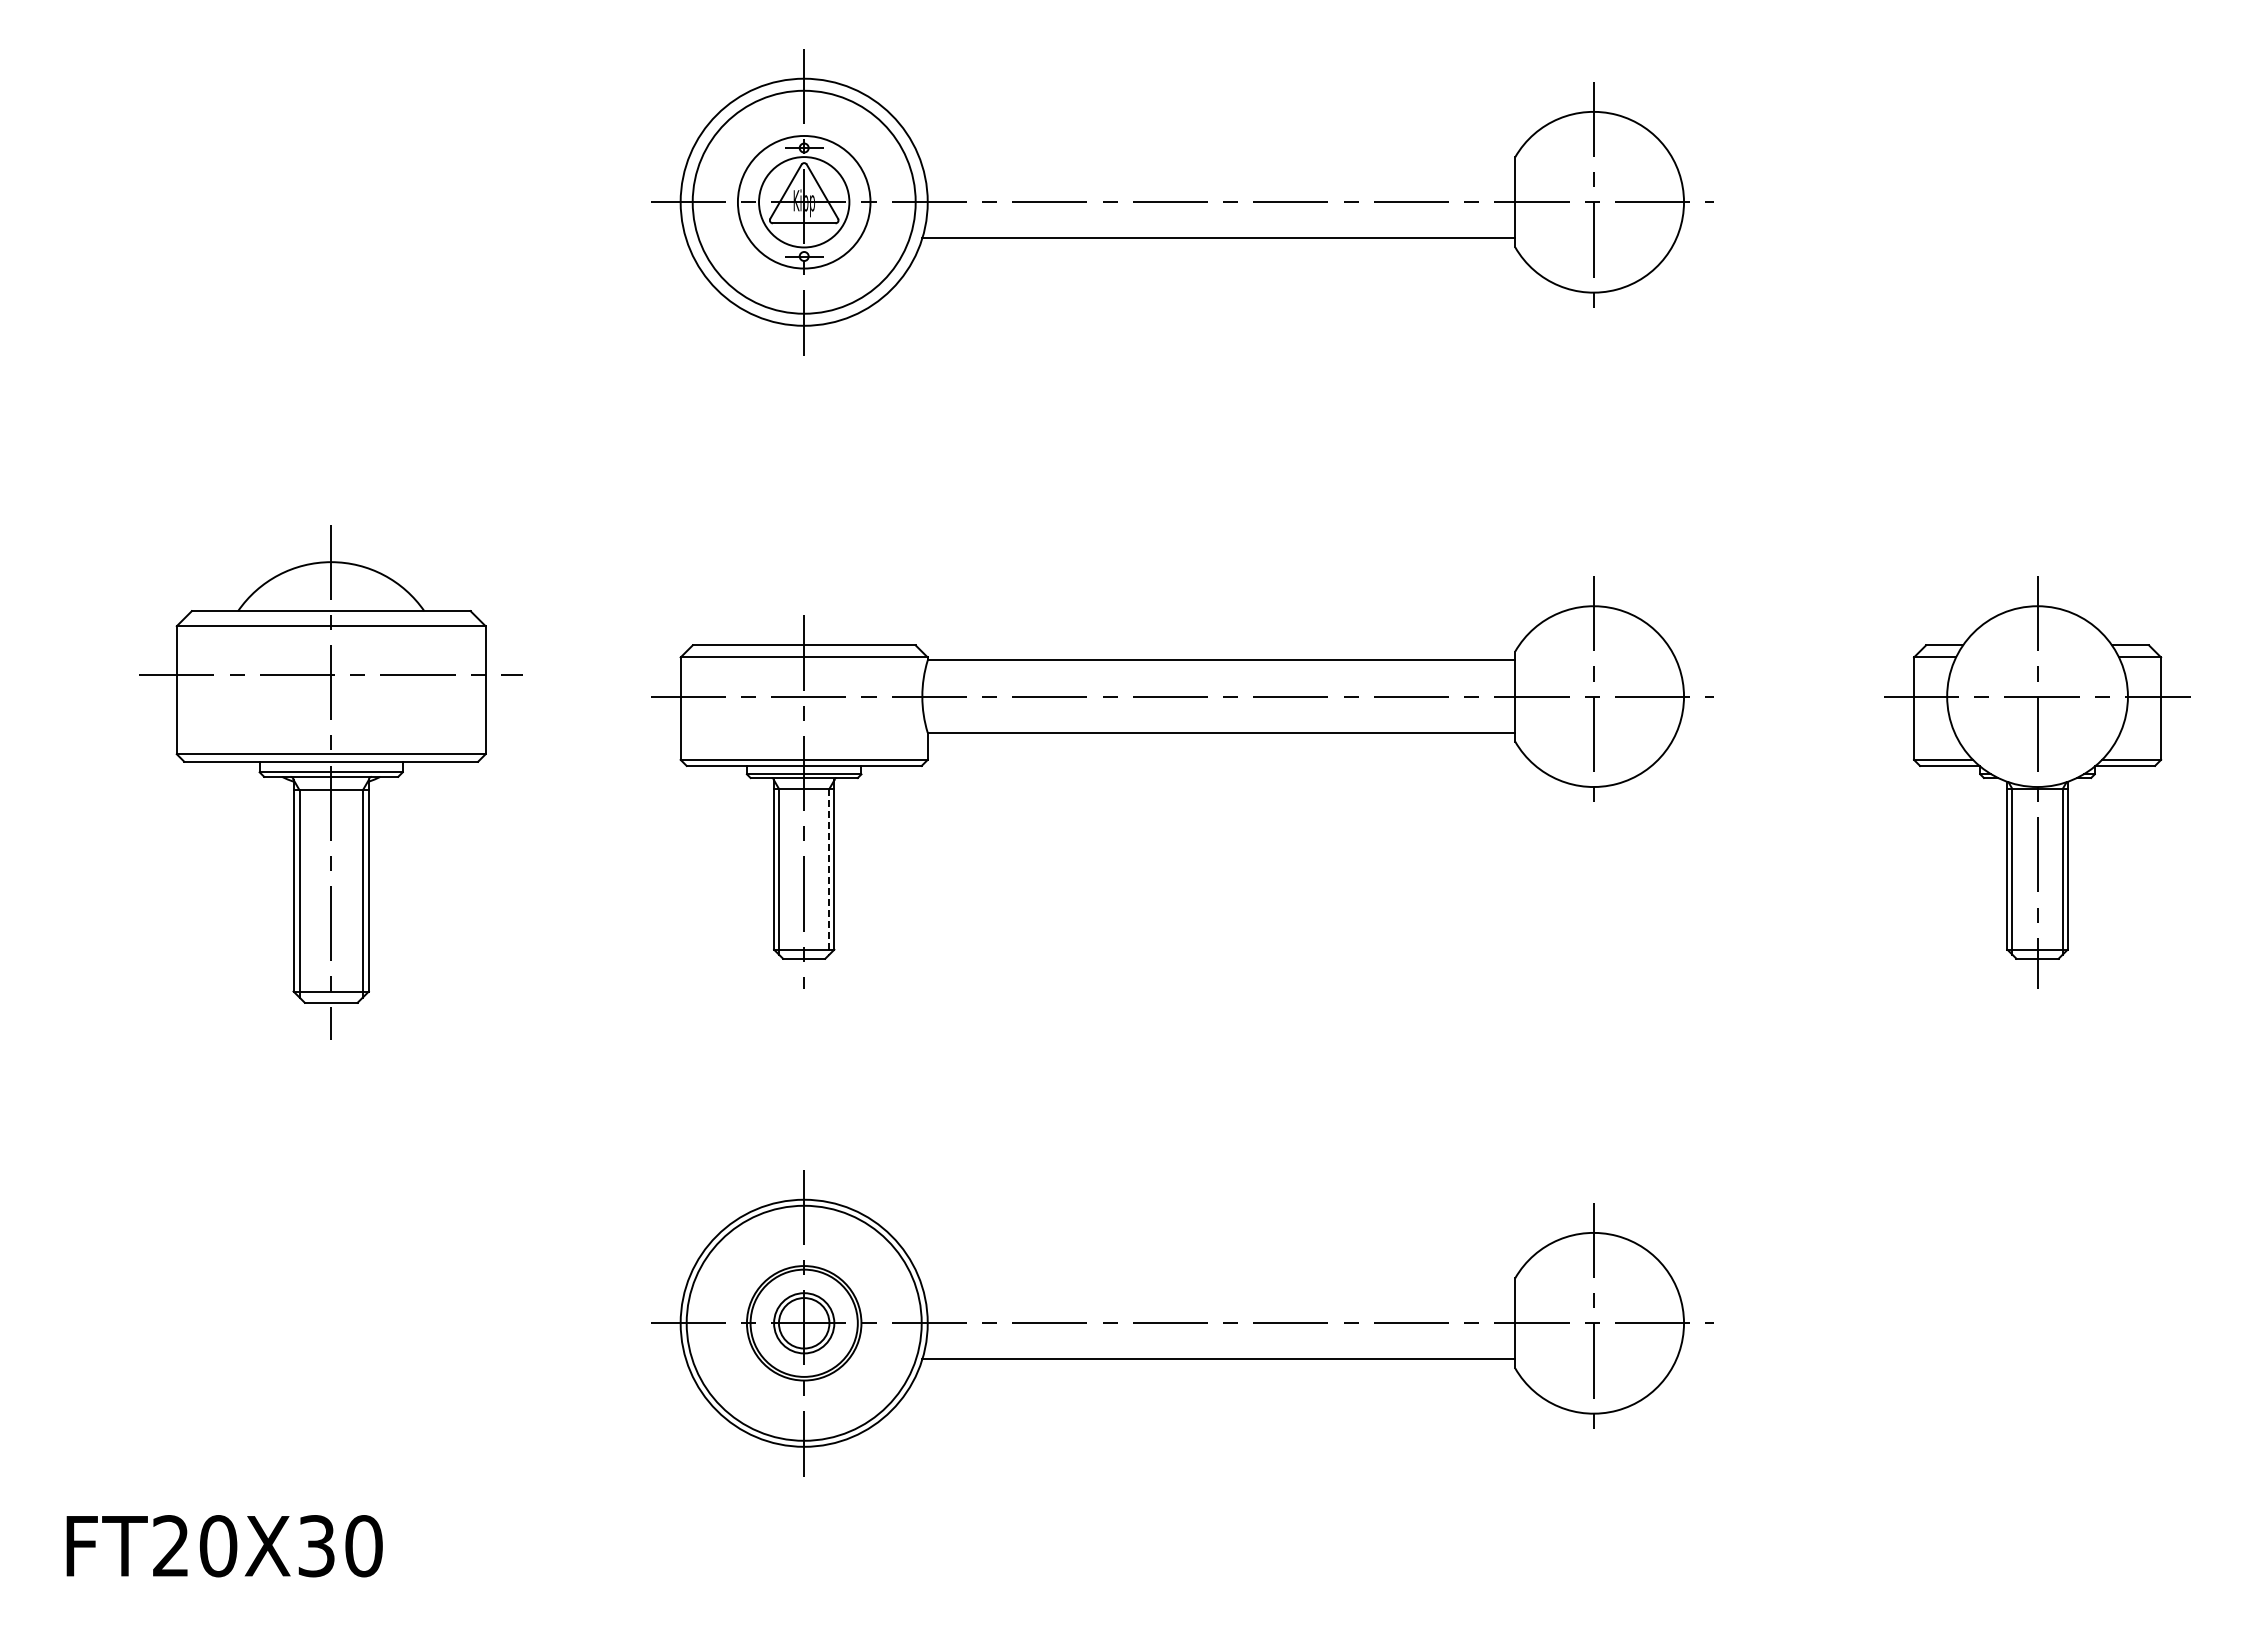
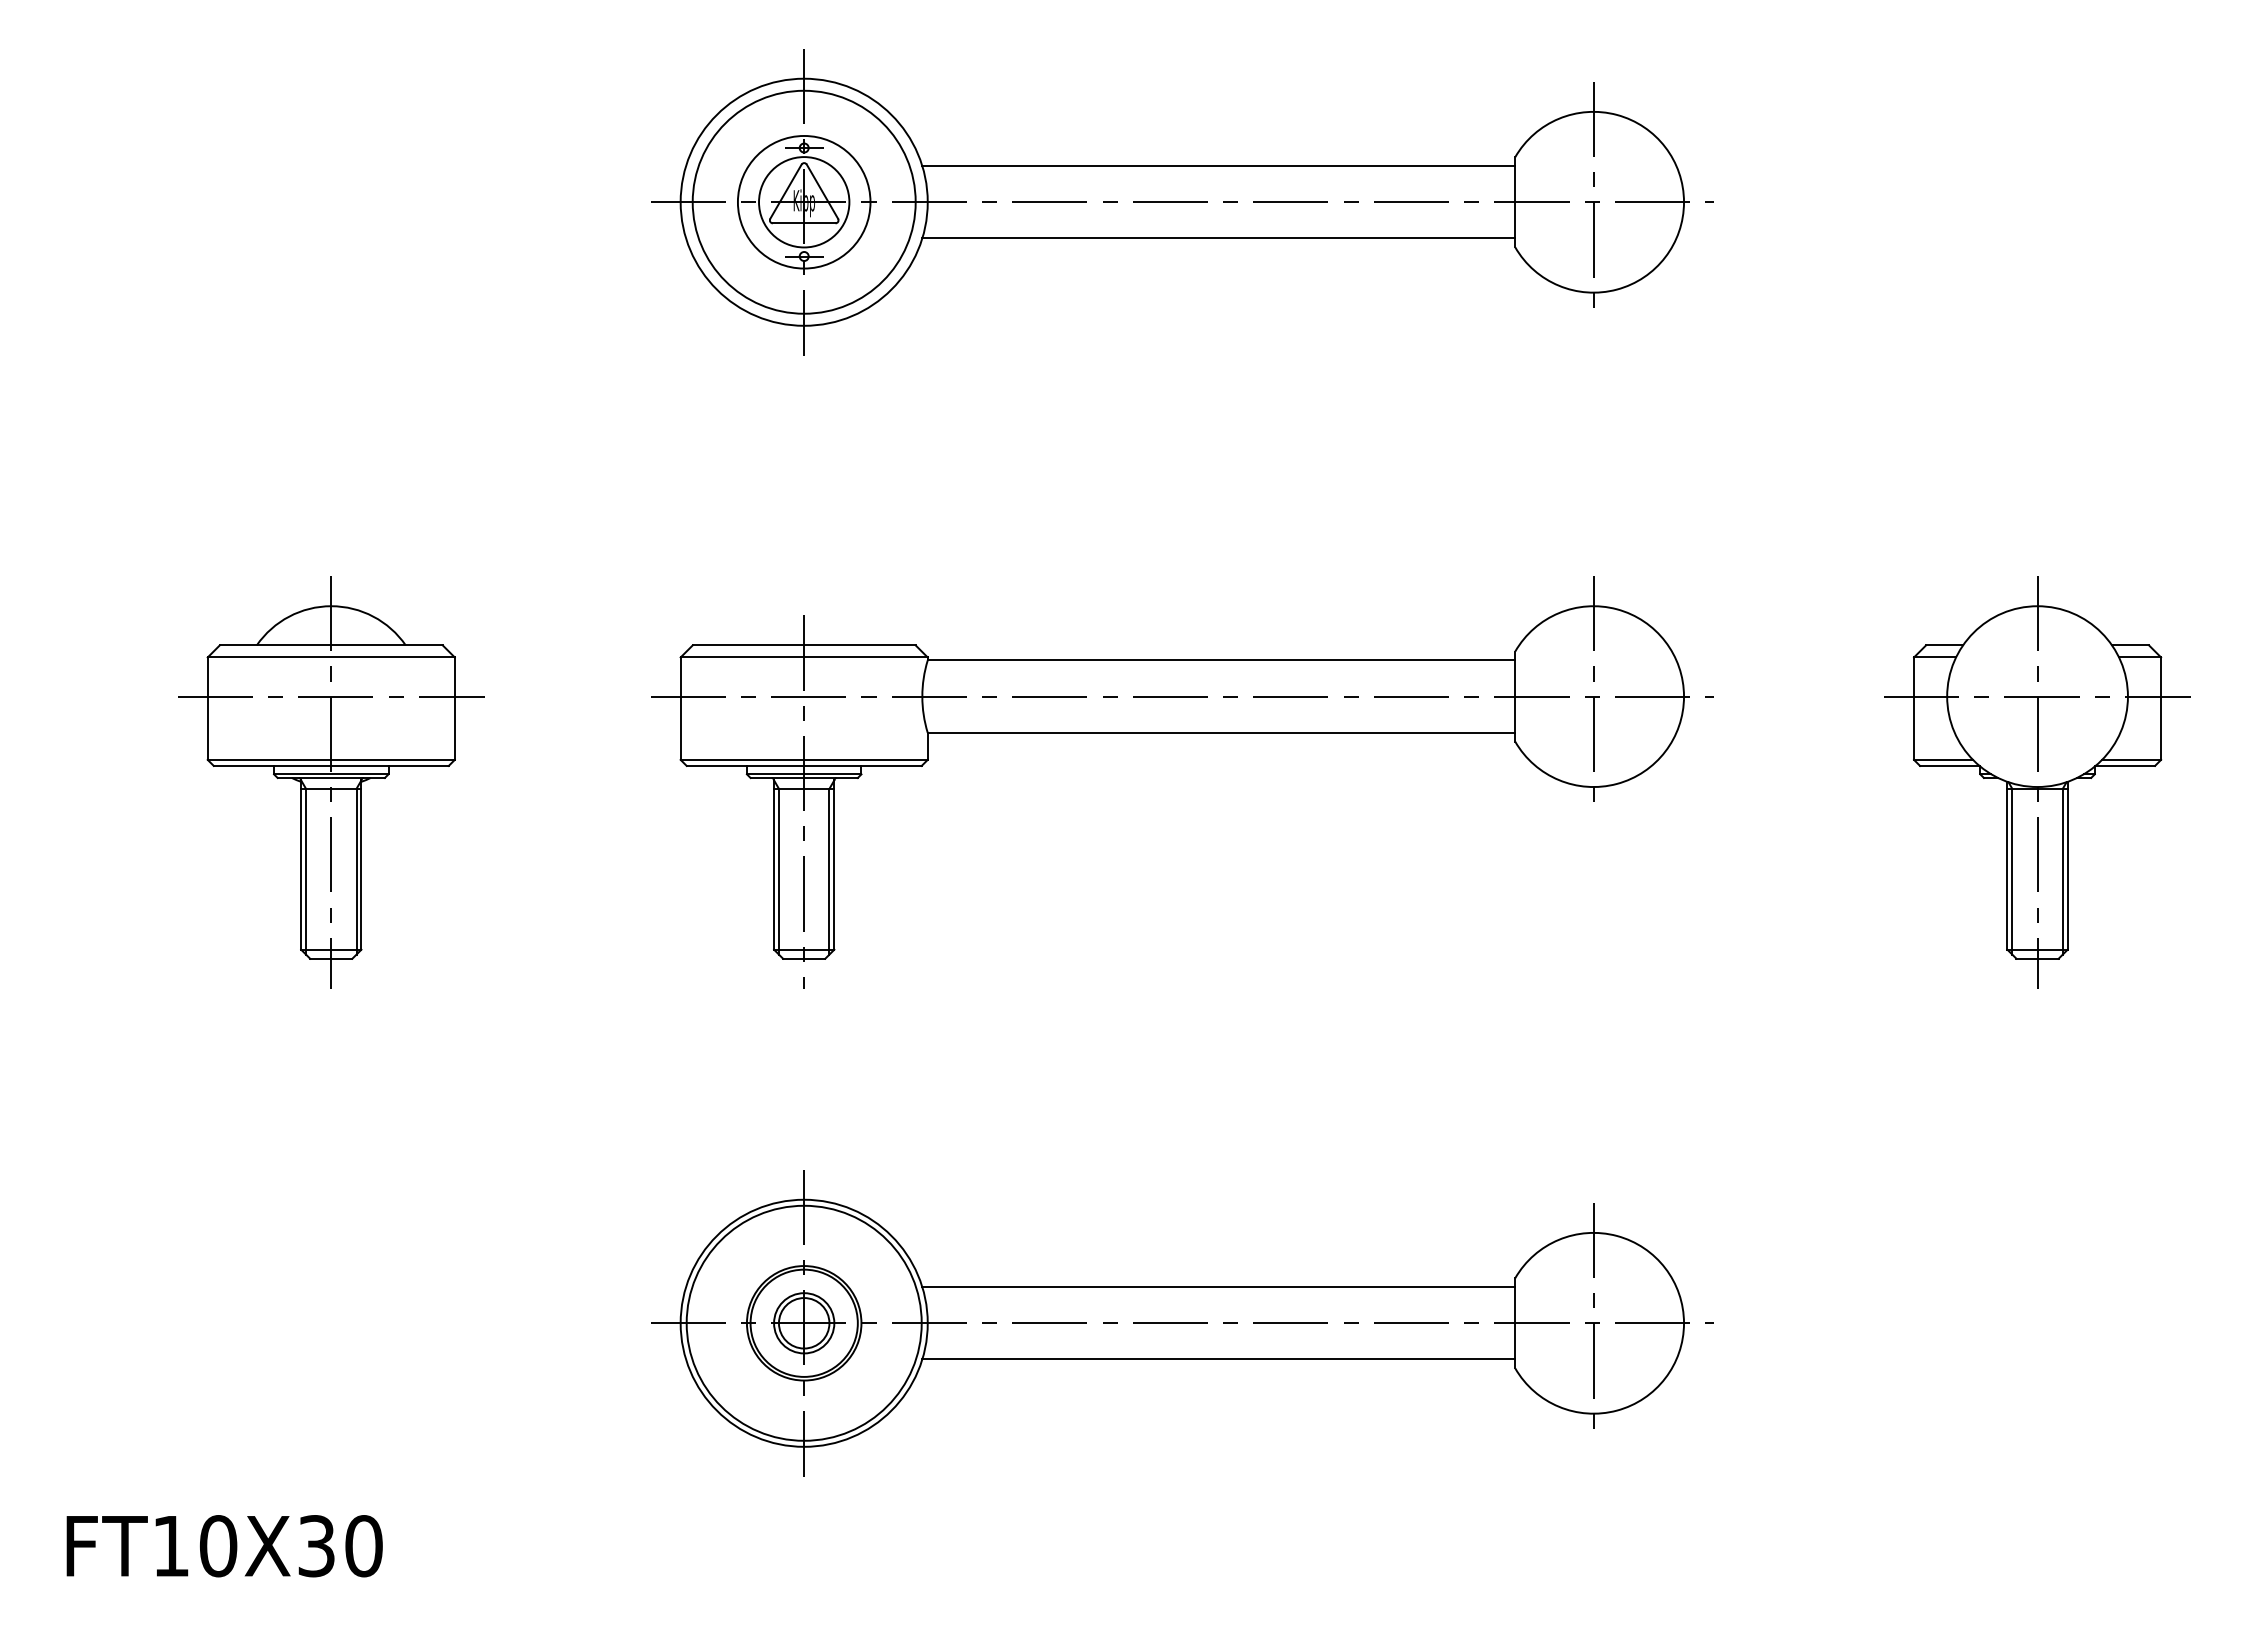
line at (1218, 166): none -> present
part at (330, 782) size: 384x515 px -> 307x413 px
line at (829, 871): dashed -> solid
line at (1218, 1287): none -> present
text at (170, 1545): FT20X30 -> FT10X30
